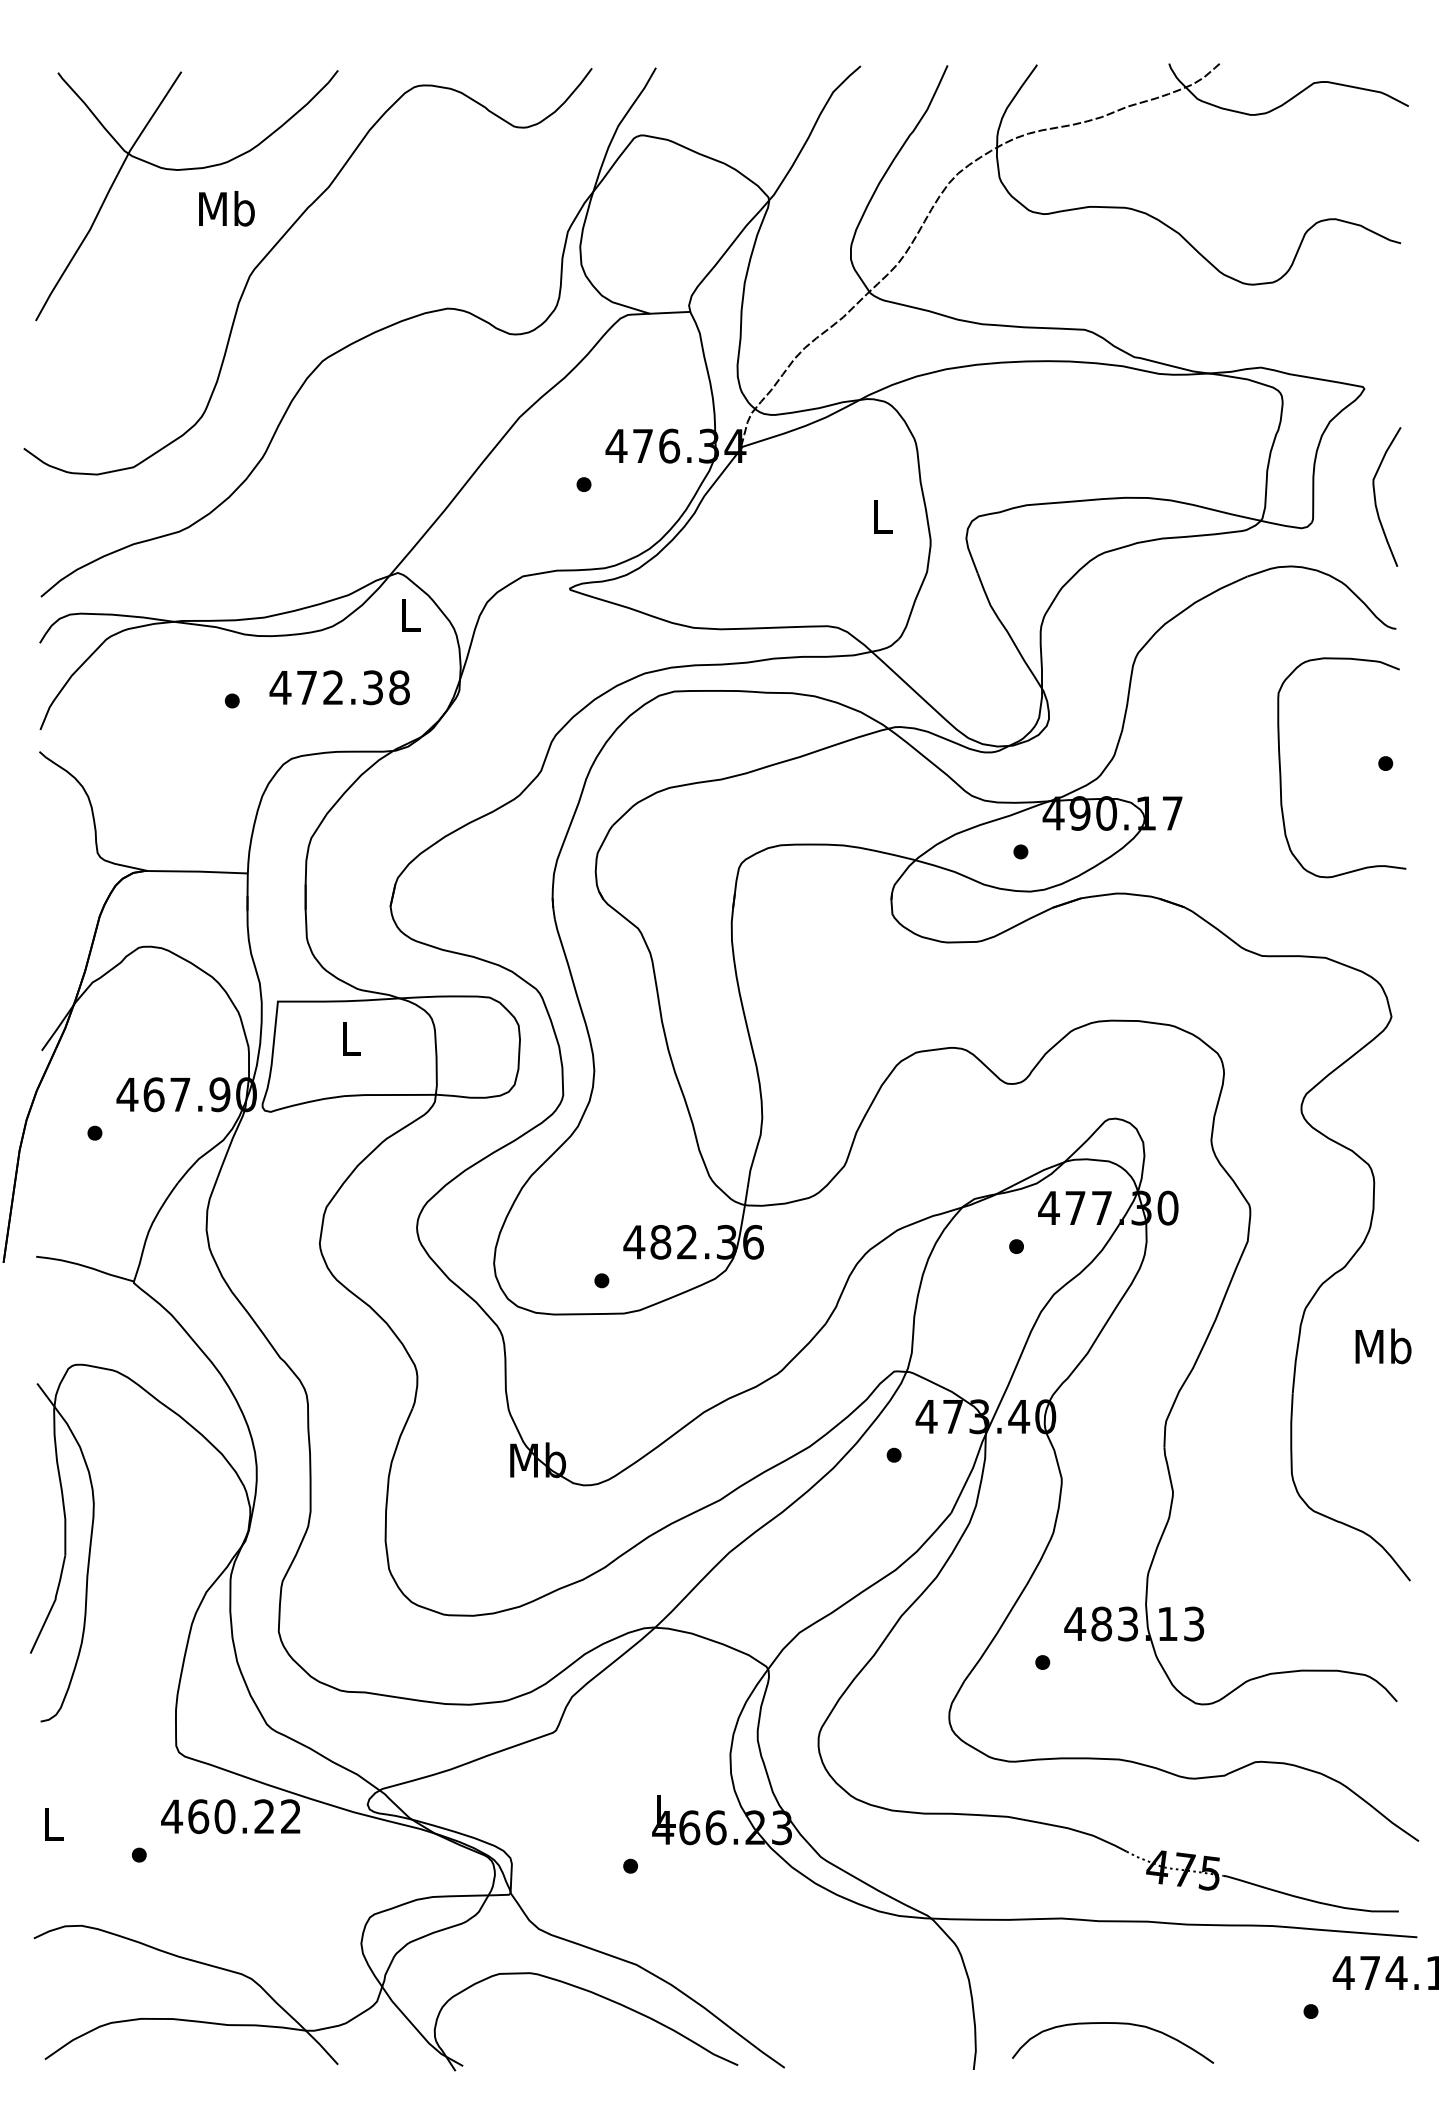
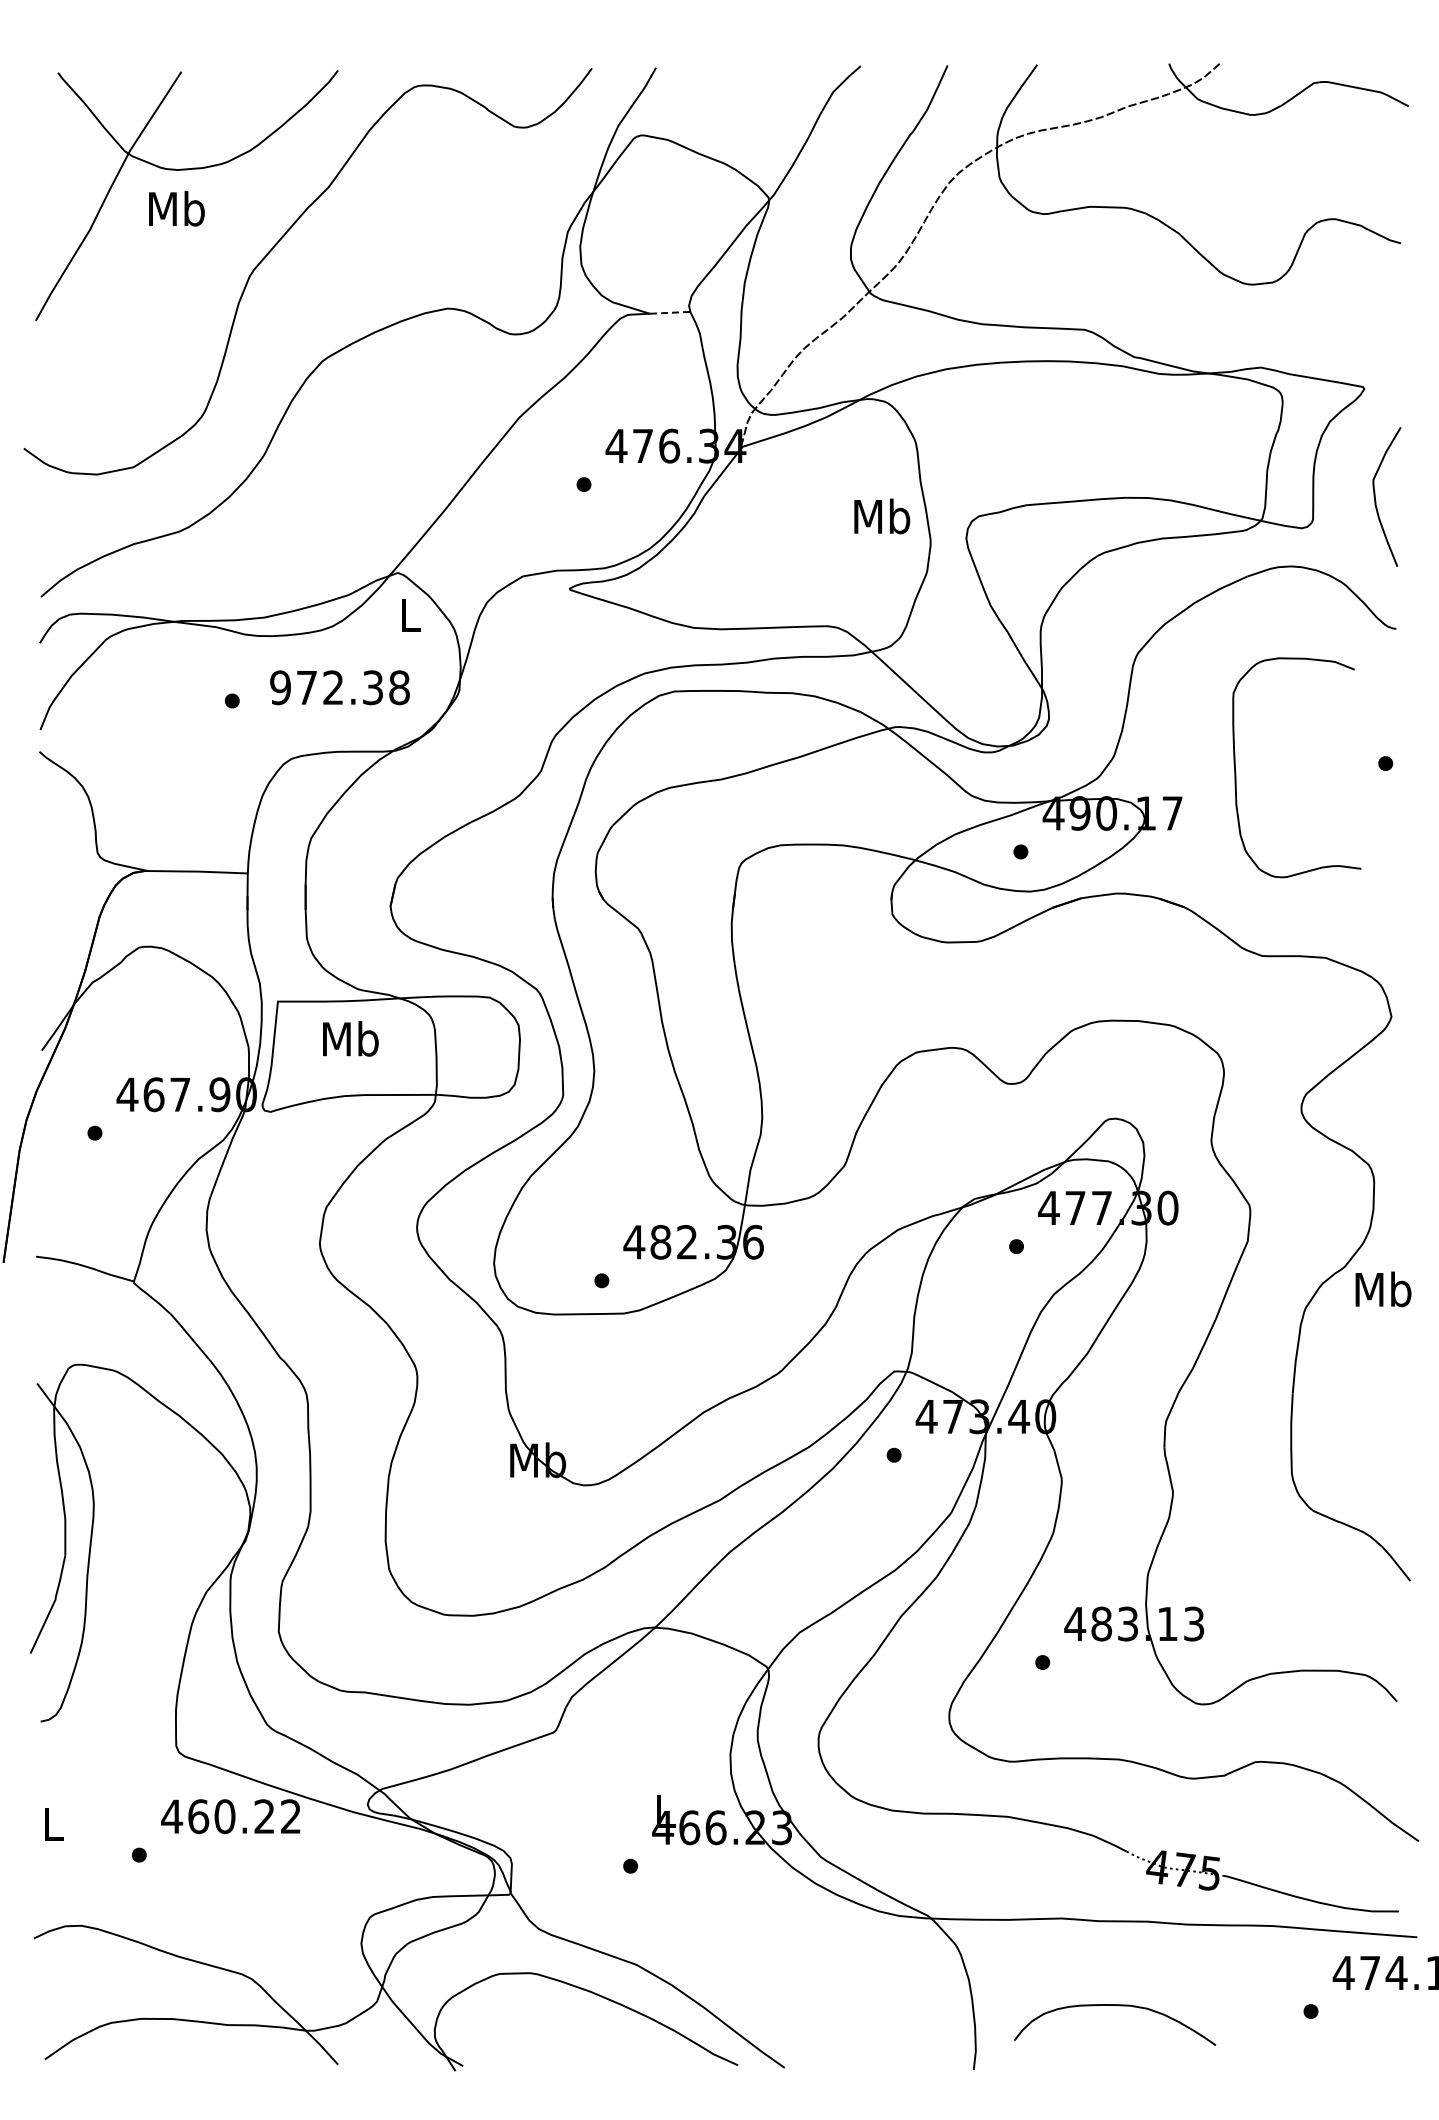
text at (226, 208) position: (226, 208) -> (176, 208)
line at (669, 312): solid -> dashed
text at (882, 516): L -> Mb
text at (280, 687): 472.38 -> 972.38
curve at (1281, 771) position: (1281, 771) -> (1236, 771)
text at (350, 1038): L -> Mb
text at (1383, 1346) position: (1383, 1346) -> (1383, 1289)
curve at (1117, 2024) position: (1117, 2024) -> (1119, 2006)
